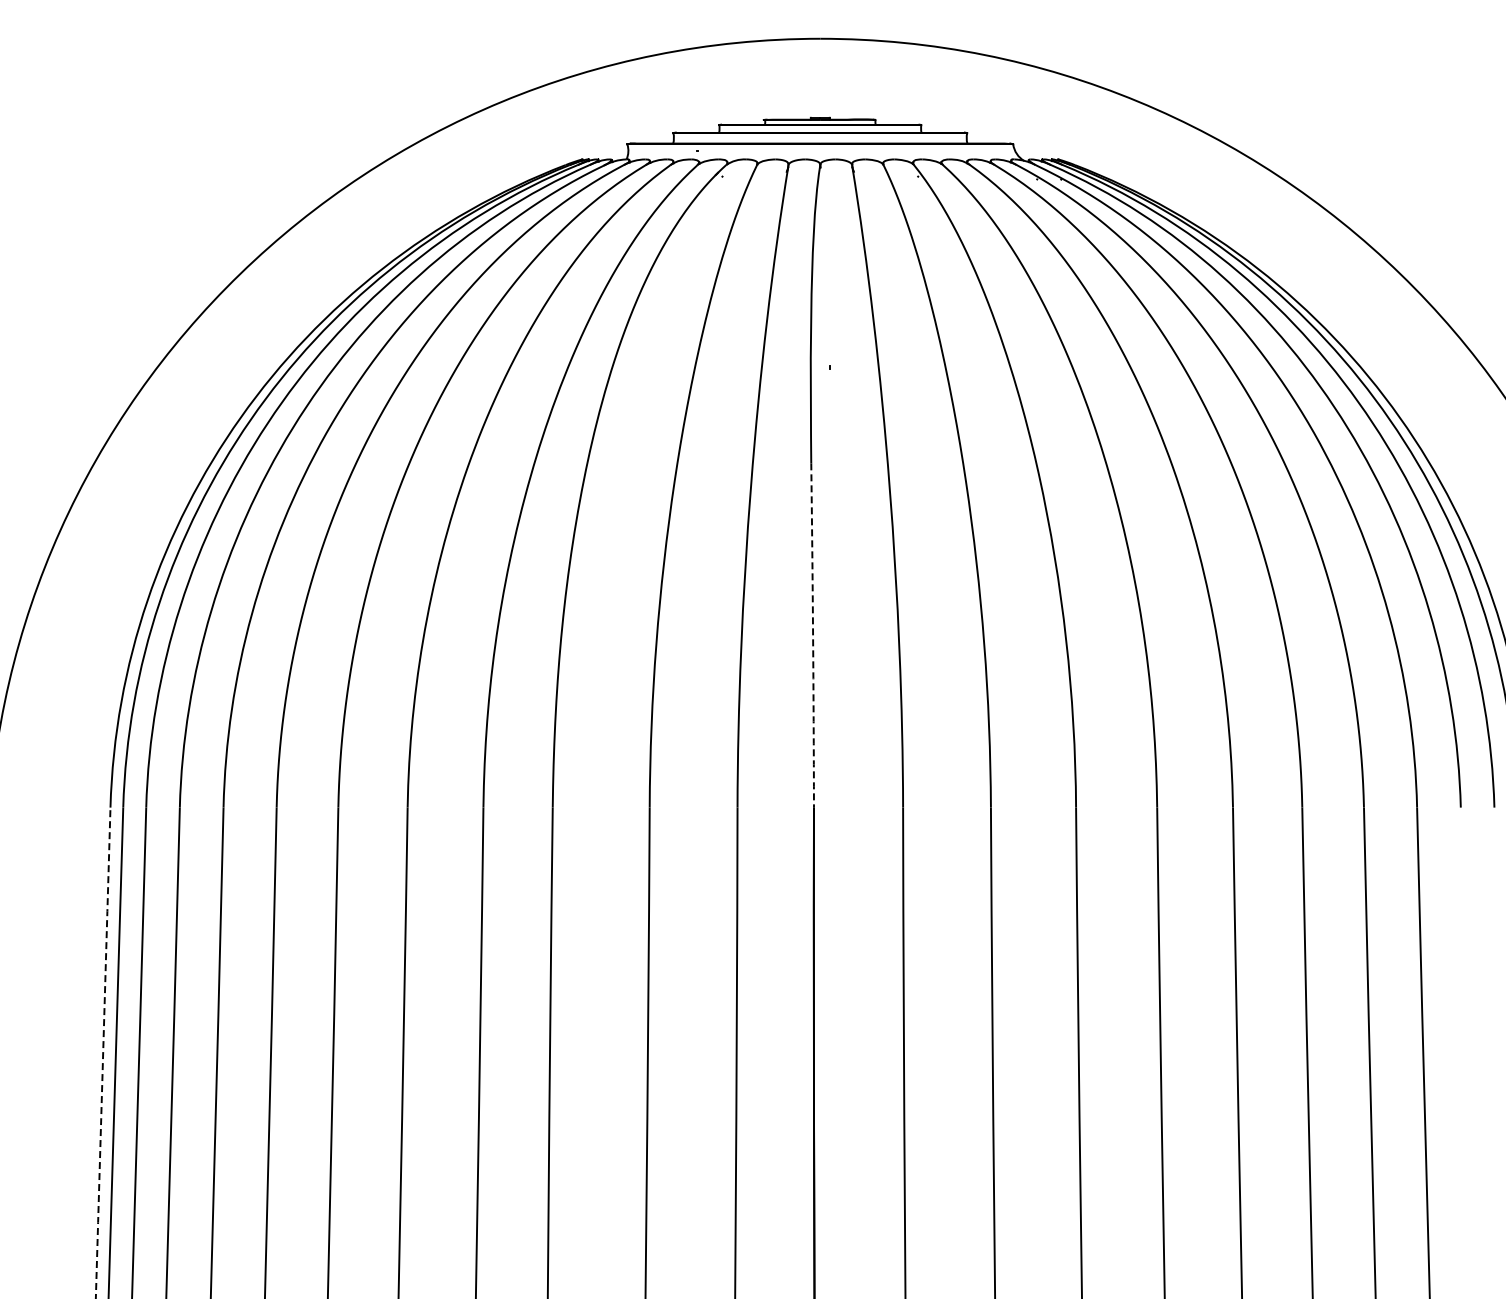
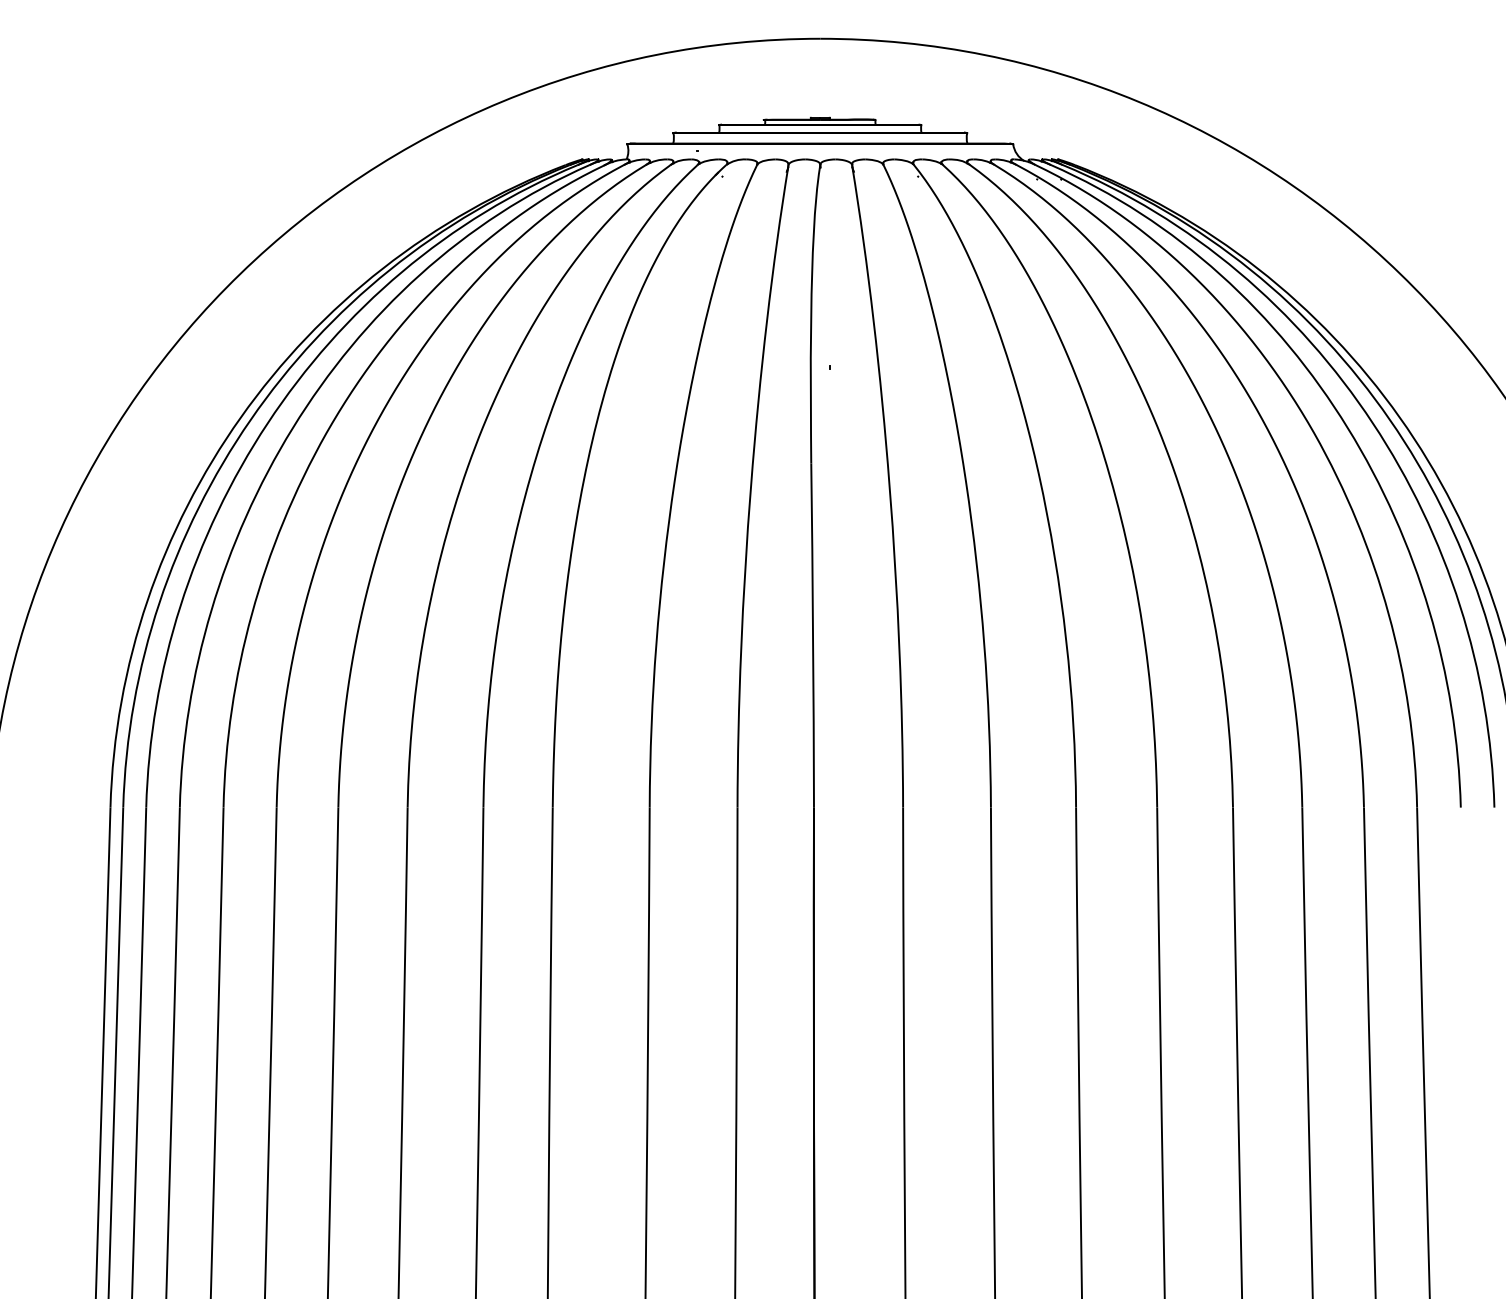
arc at (813, 635): dashed -> solid
arc at (103, 1053): dashed -> solid
